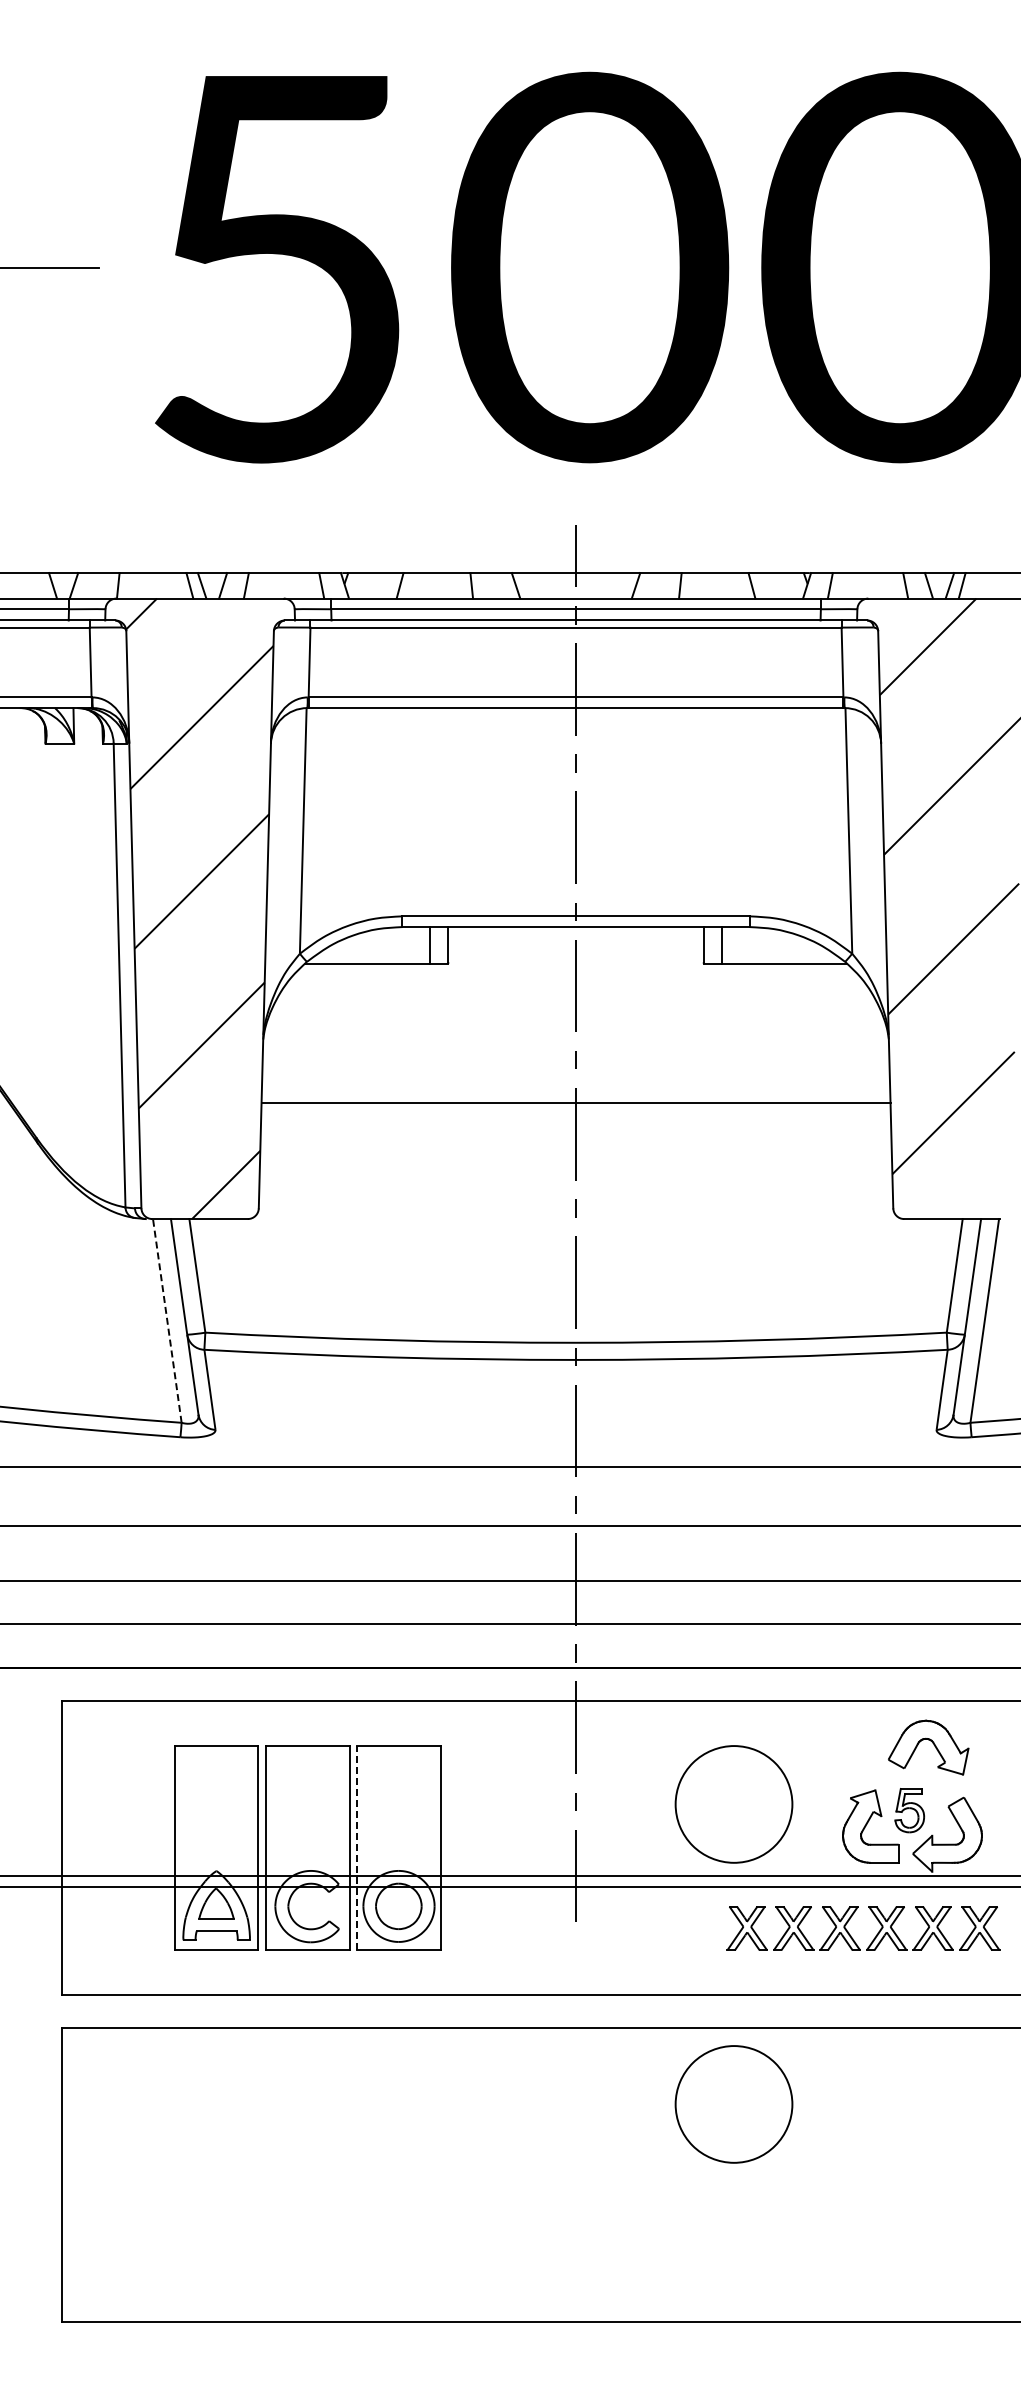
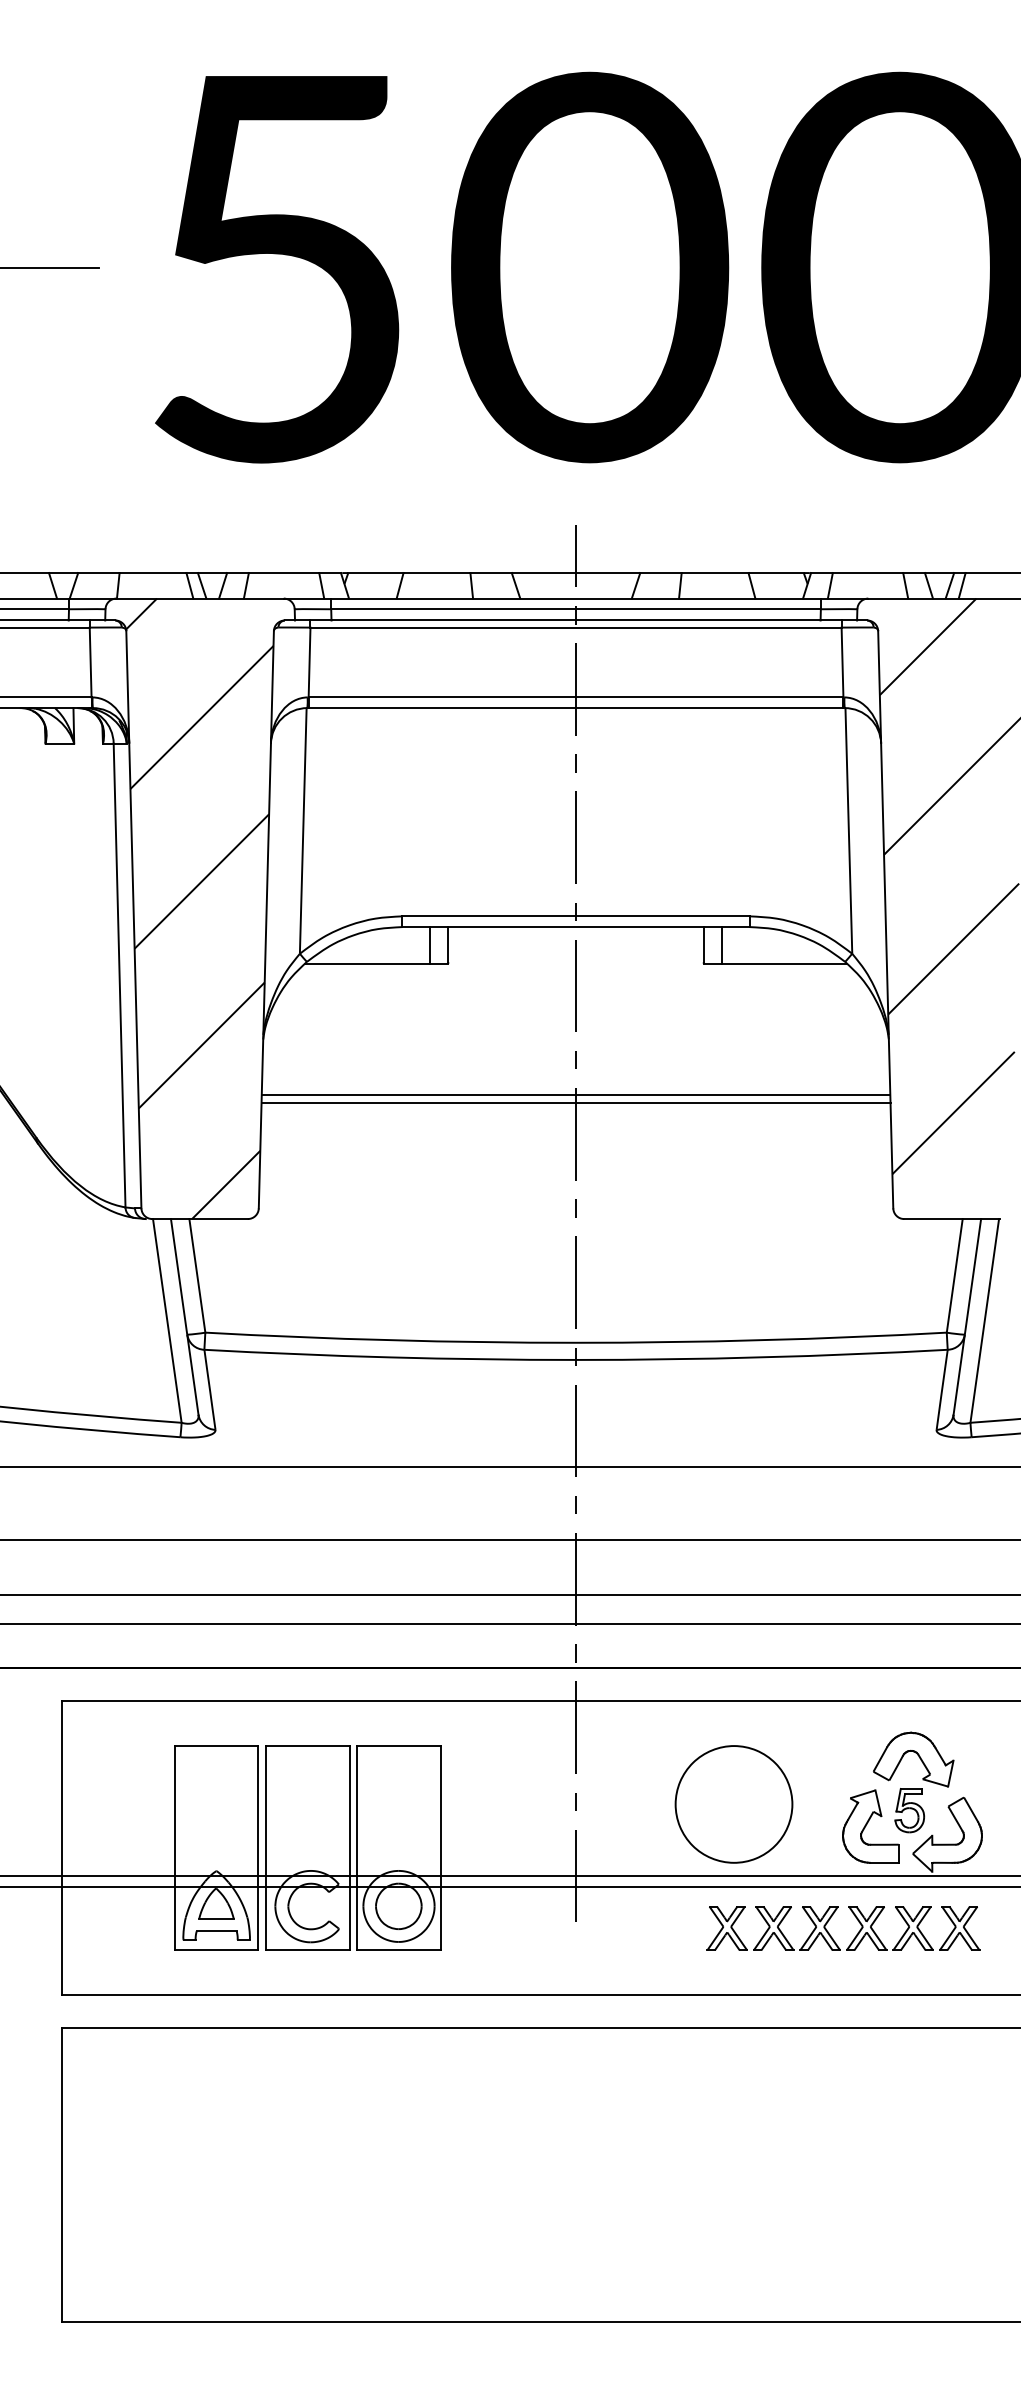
line at (575, 1094): none -> present
line at (167, 1320): dashed -> solid
line at (509, 1526) position: (509, 1526) -> (509, 1540)
line at (509, 1580) position: (509, 1580) -> (509, 1594)
part at (928, 1747) position: (928, 1747) -> (913, 1759)
line at (357, 1848): dashed -> solid
part at (851, 1935) position: (851, 1935) -> (831, 1935)
part at (733, 2104): present -> none
